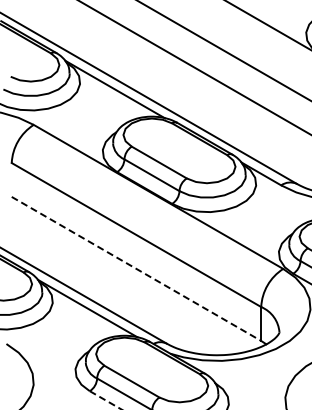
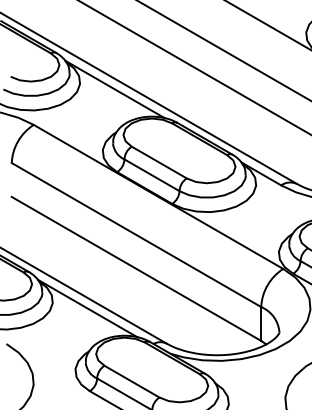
line at (136, 269): dashed -> solid
line at (106, 400): dashed -> solid
